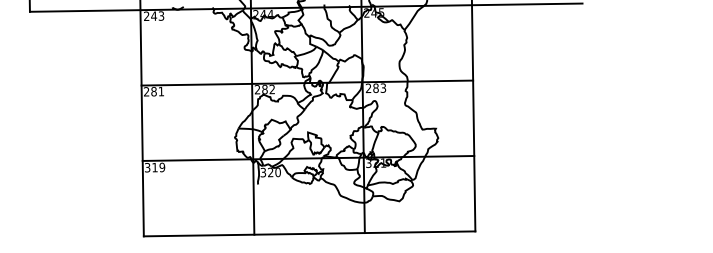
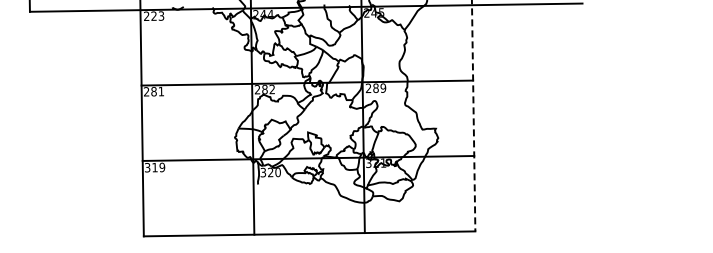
text at (154, 15): 243 -> 223
text at (383, 87): 283 -> 289
line at (473, 115): solid -> dashed
